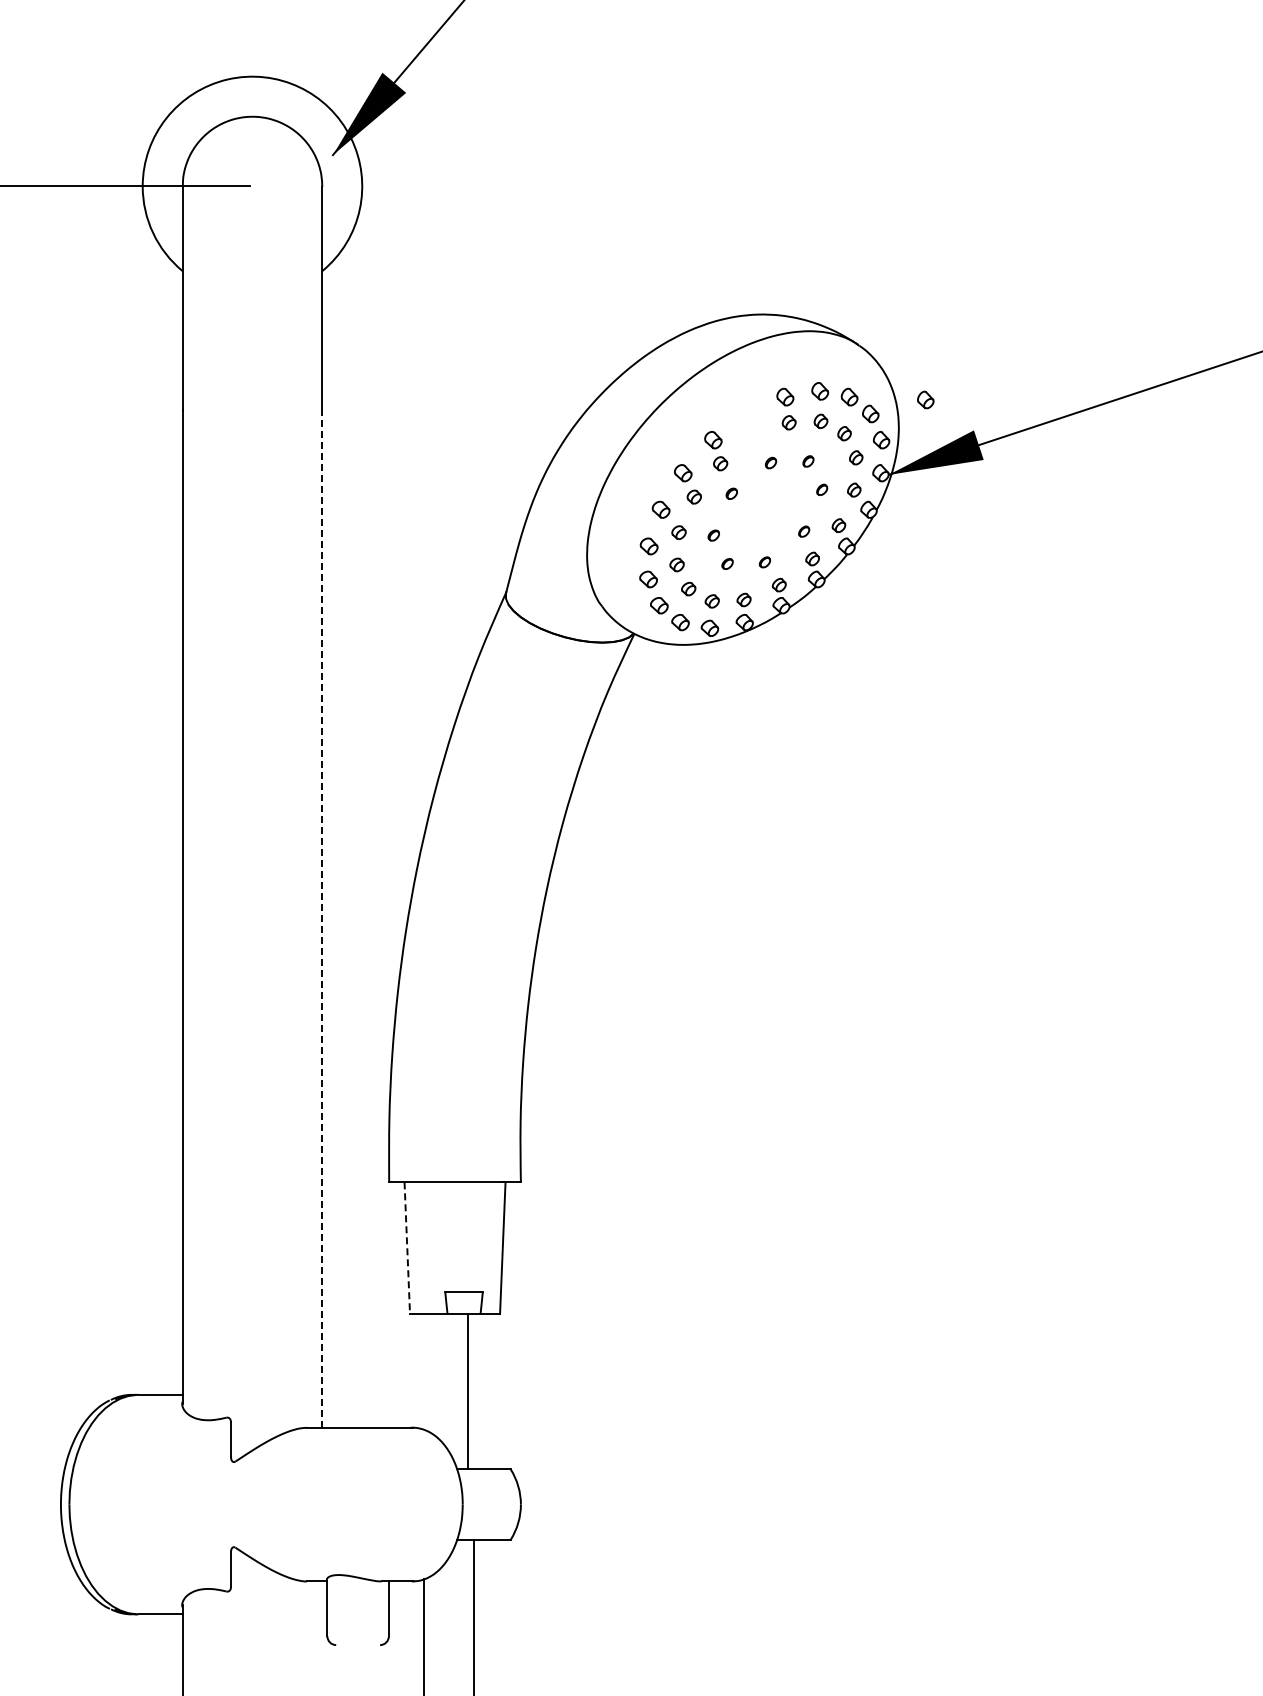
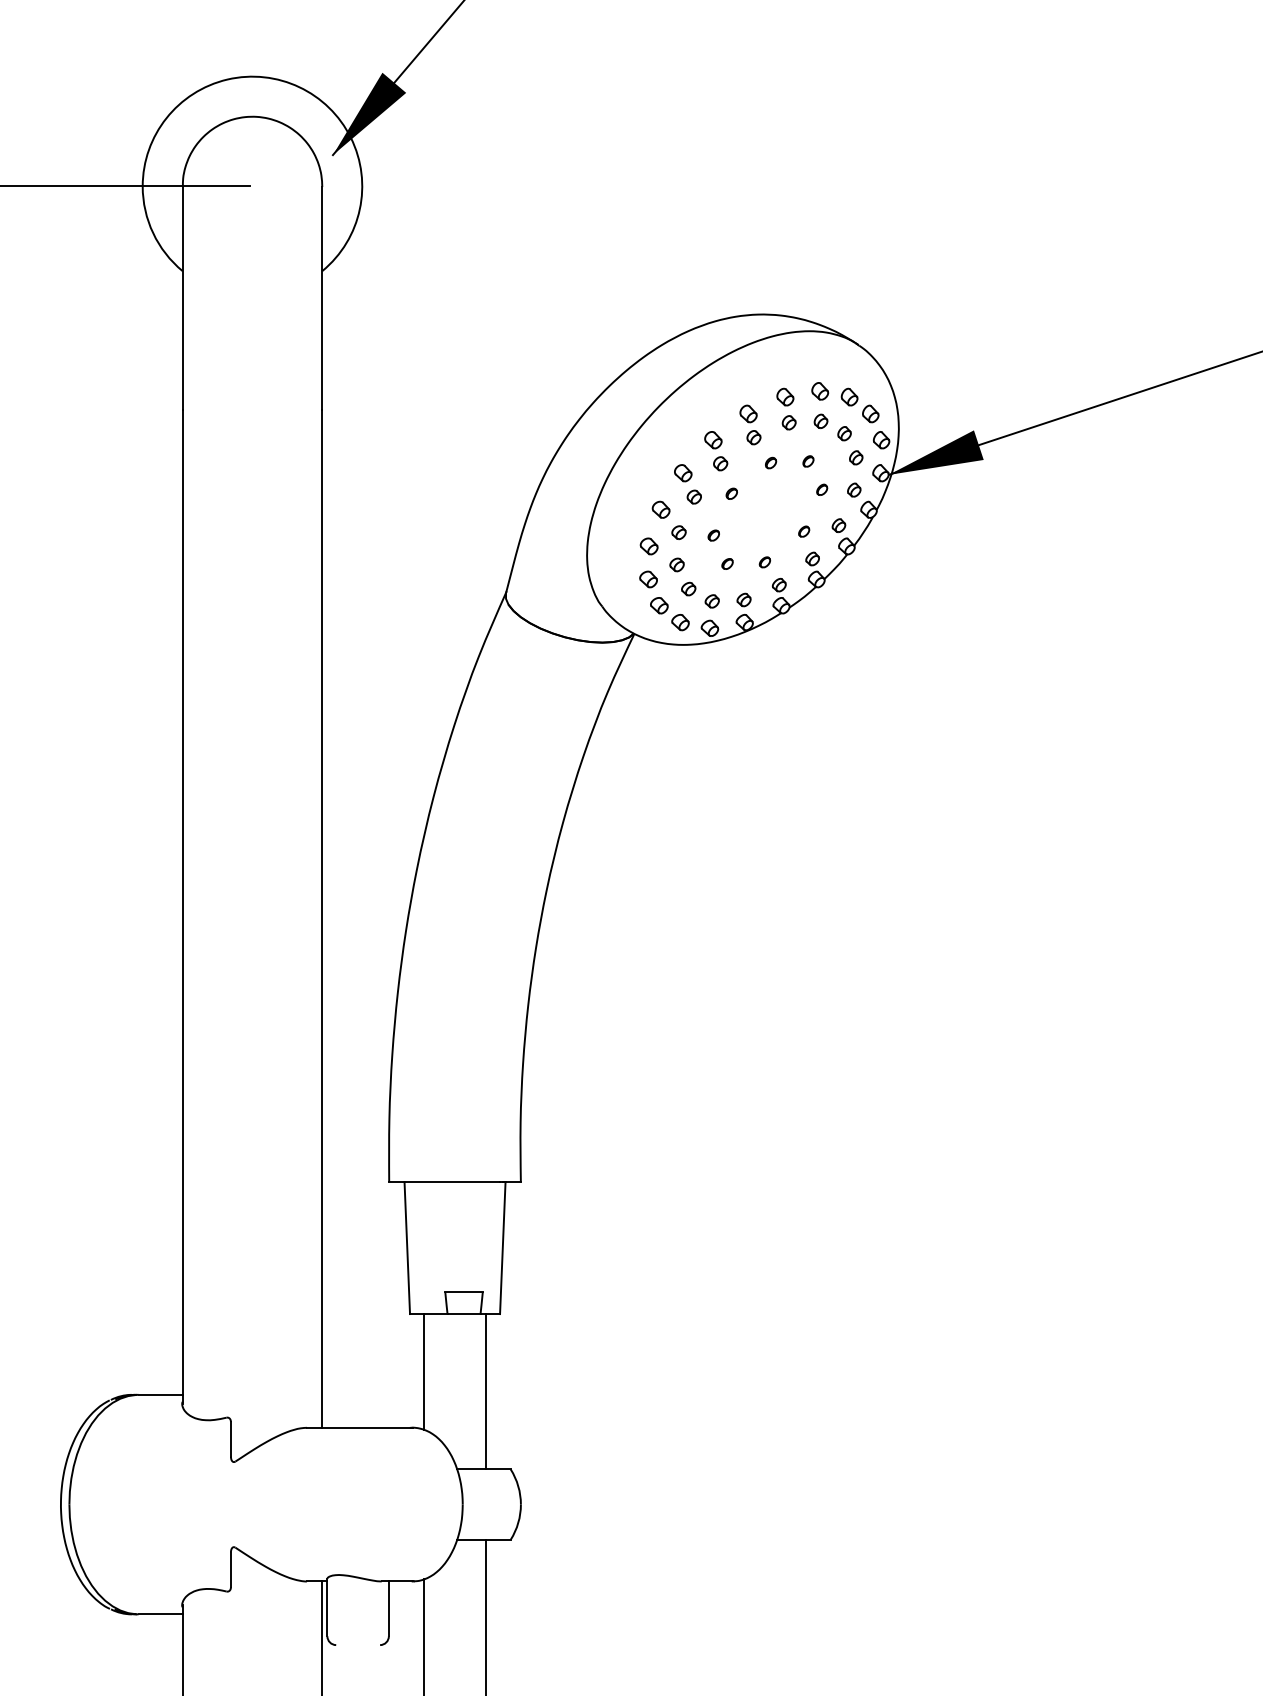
part at (925, 399): present -> none
part at (750, 424): none -> present
line at (322, 918): dashed -> solid
line at (407, 1248): dashed -> solid
line at (424, 1372): none -> present
line at (467, 1391) position: (467, 1391) -> (485, 1391)
line at (473, 1615) position: (473, 1615) -> (485, 1615)
line at (322, 1636): none -> present
